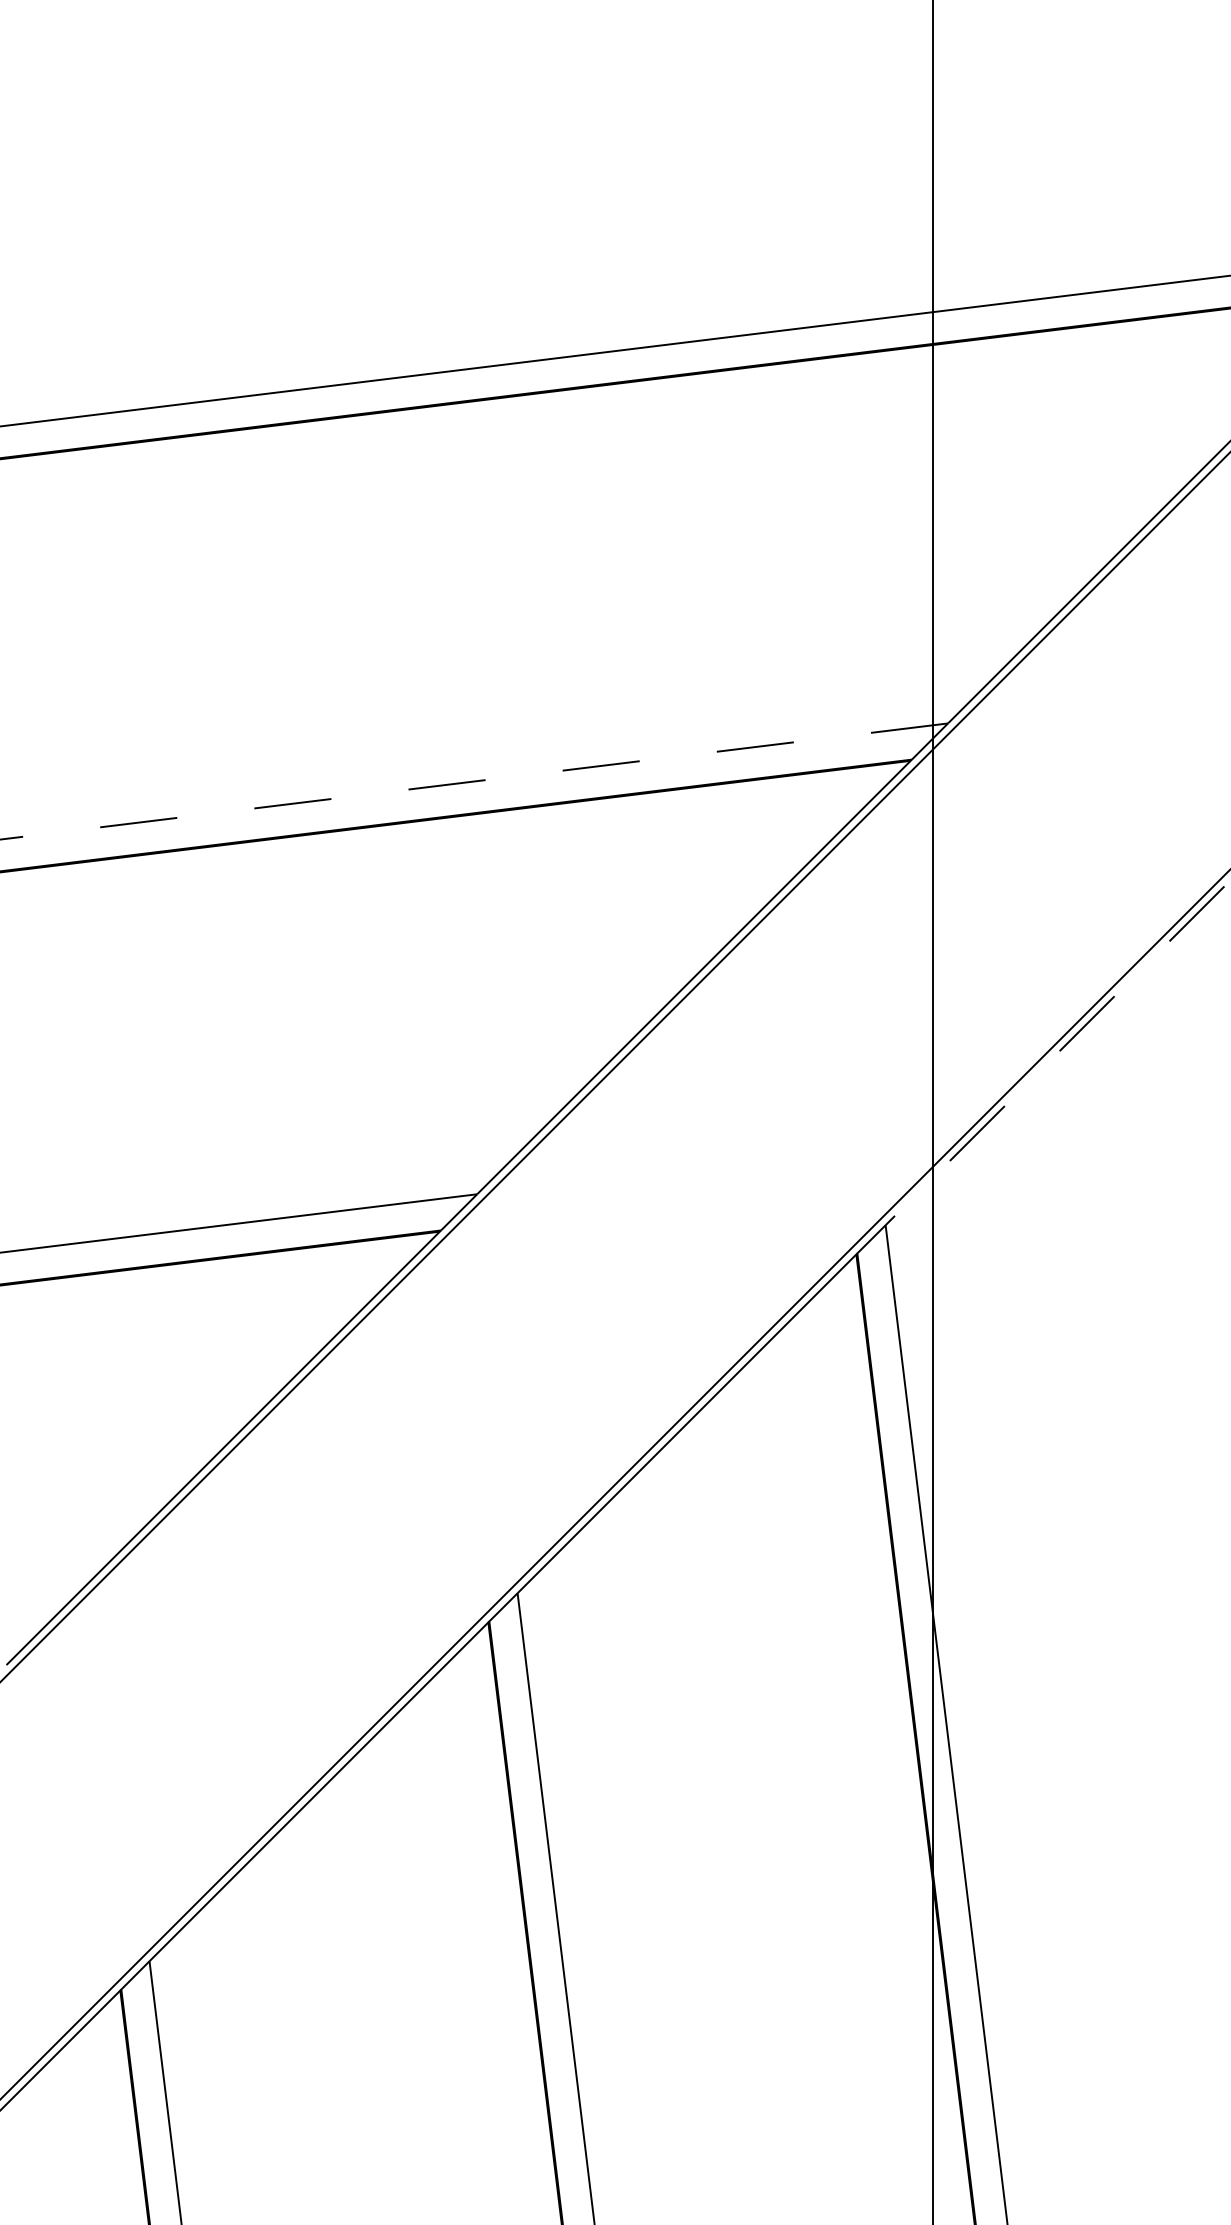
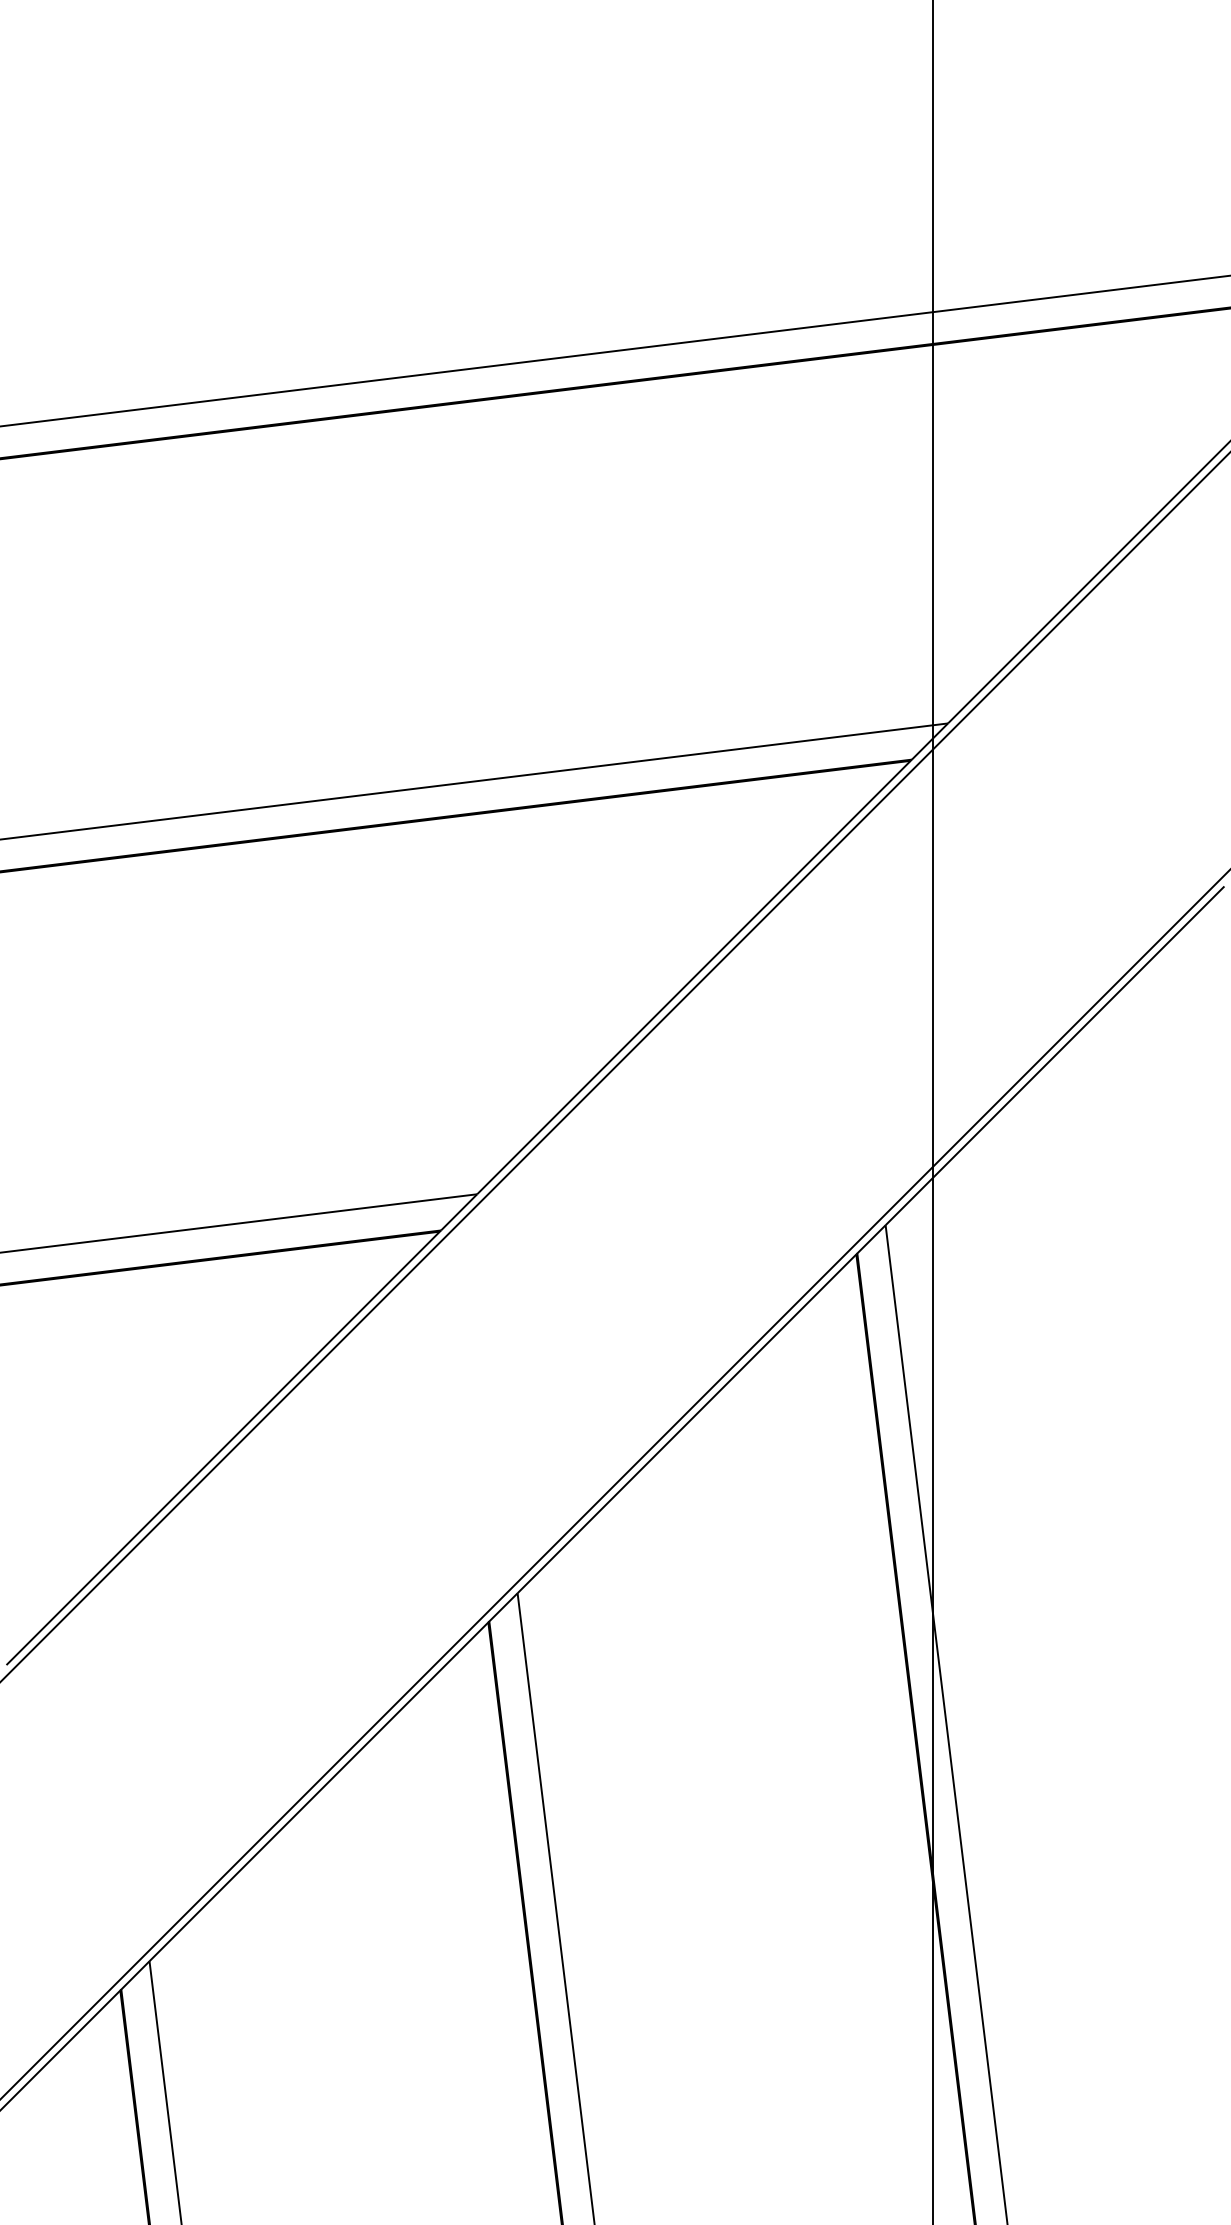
line at (473, 781): dashed -> solid
line at (1055, 1055): dashed -> solid
